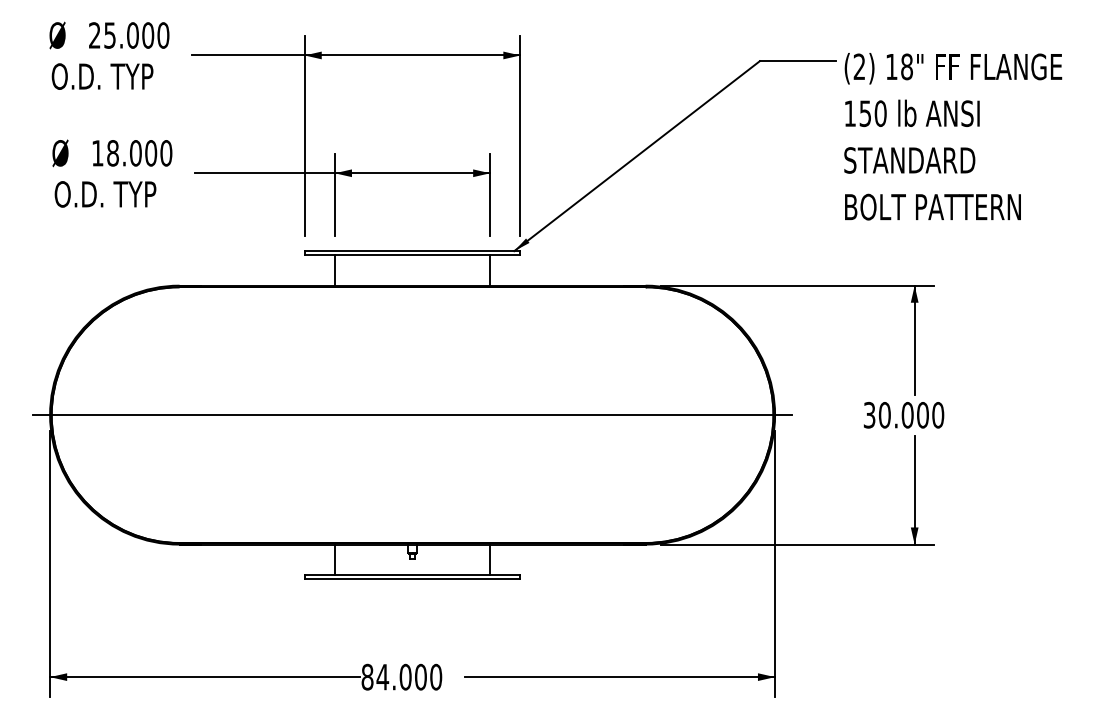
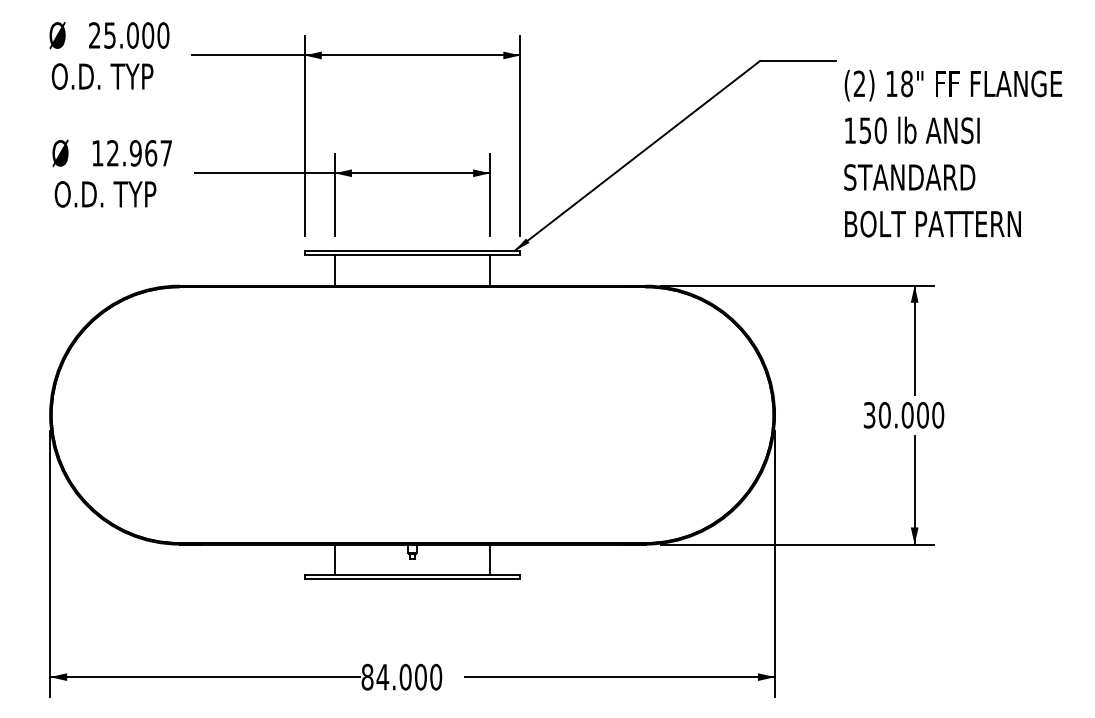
text at (953, 136) position: (953, 136) -> (953, 153)
text at (139, 153): 18.000 -> 12.967
line at (412, 415): present -> none
